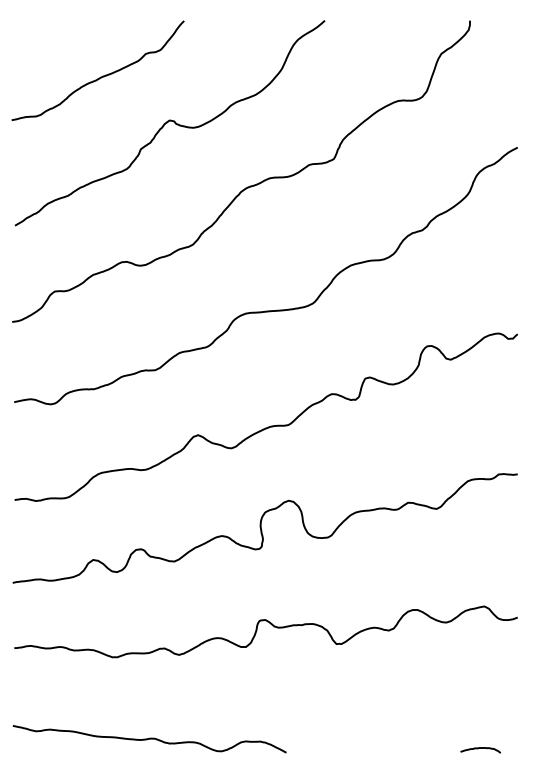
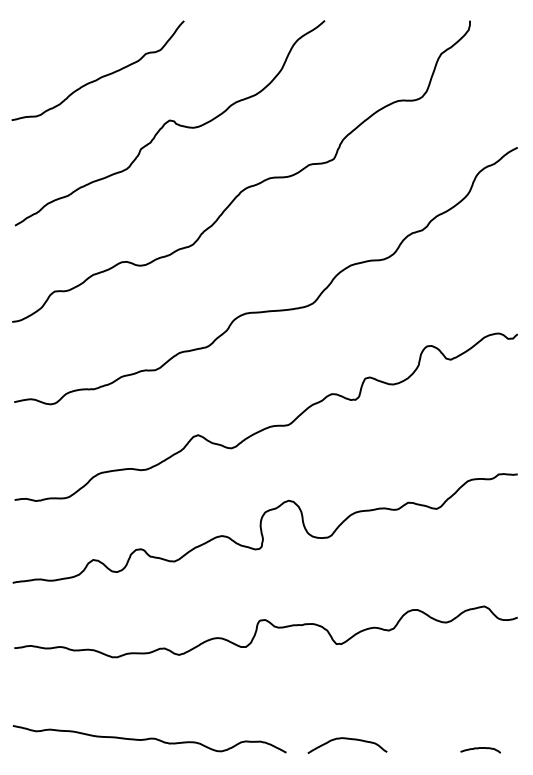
curve at (347, 739): none -> present
